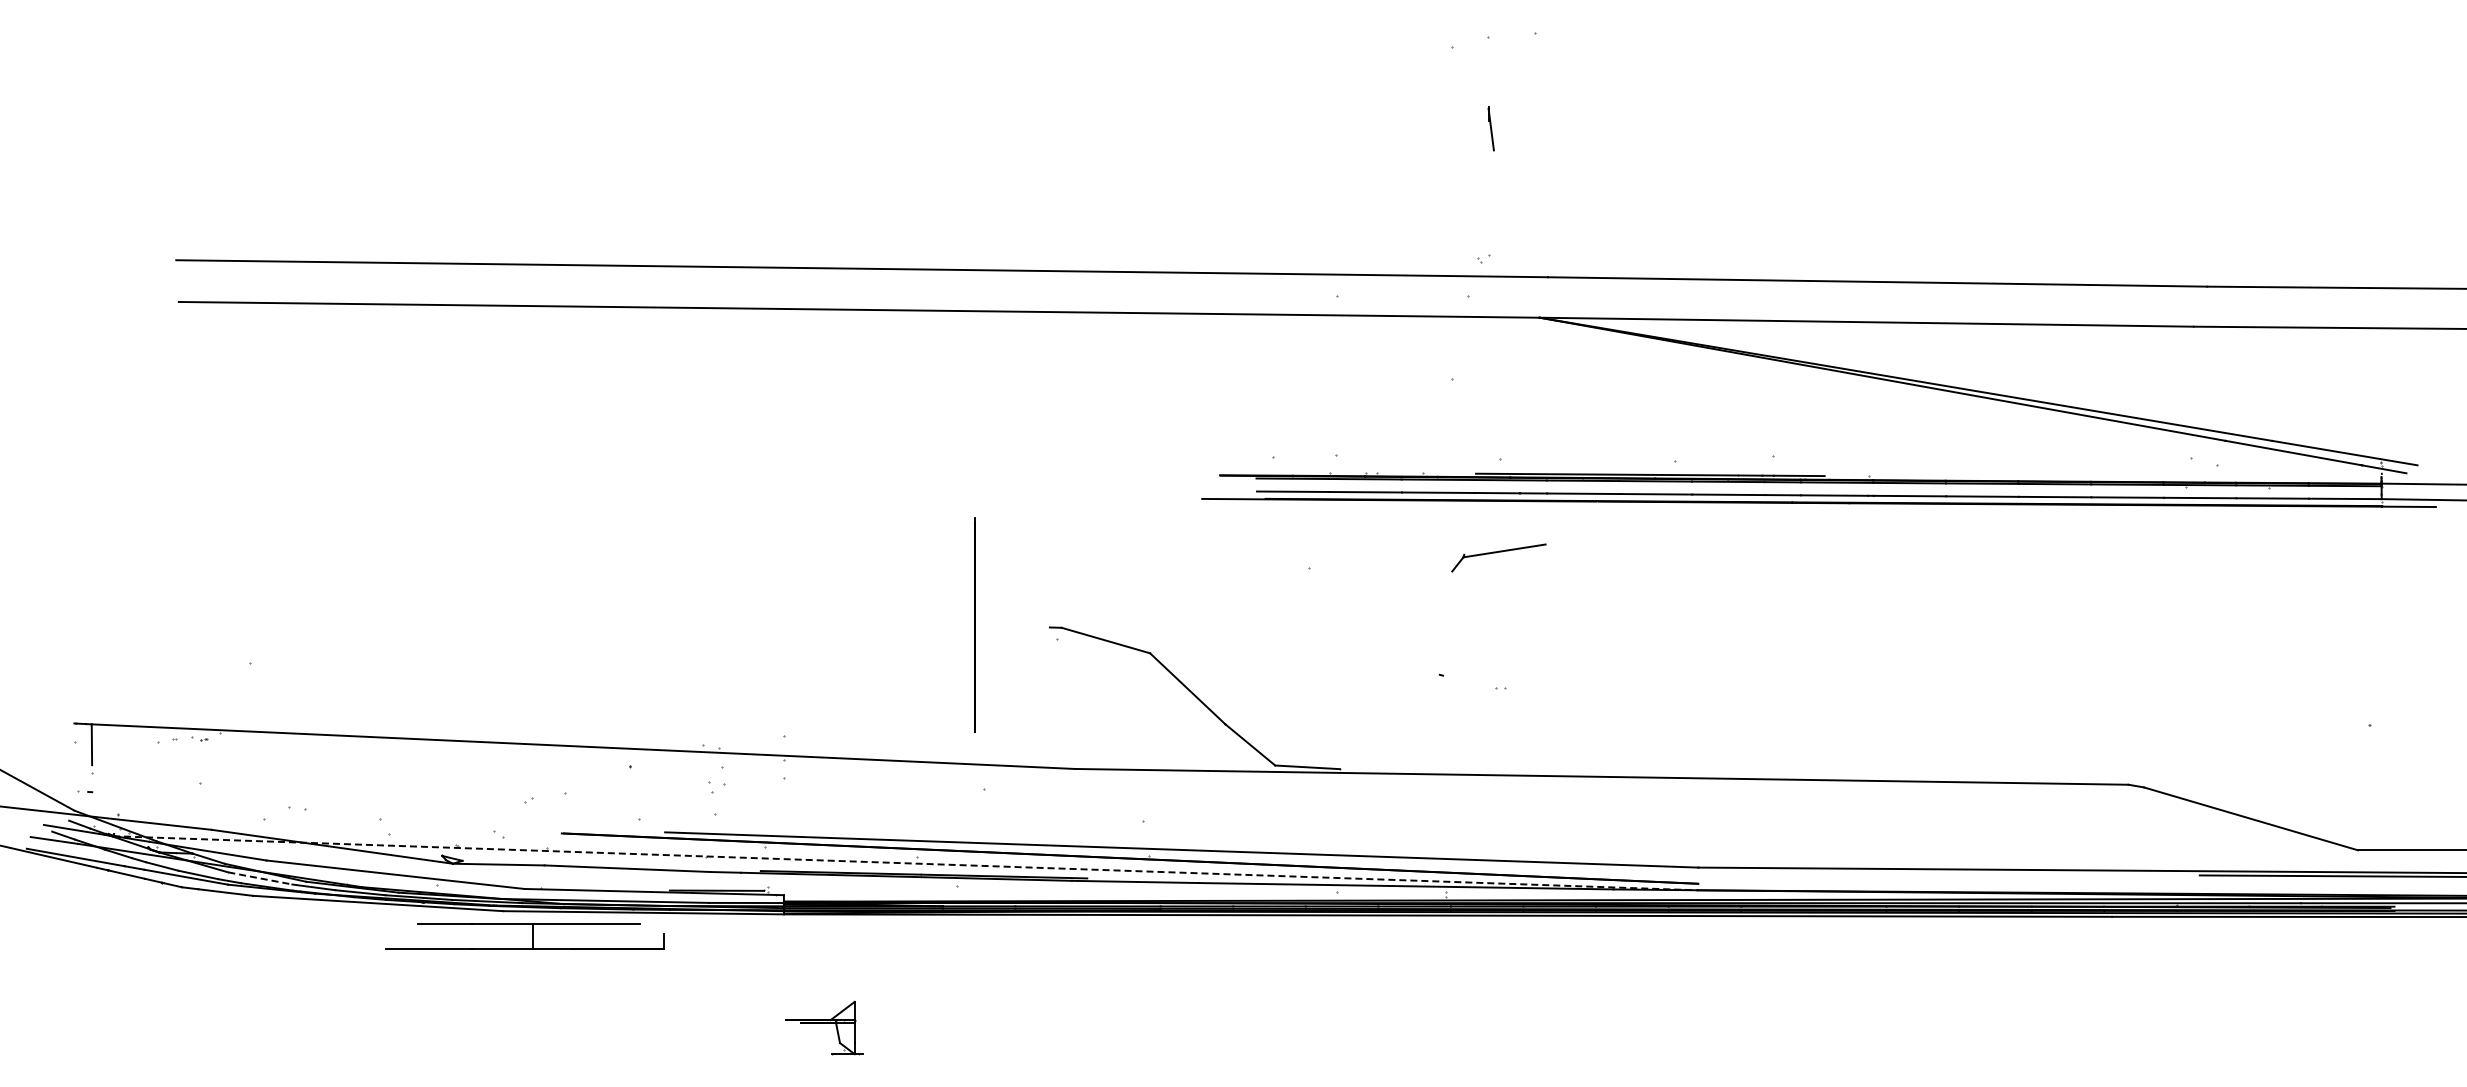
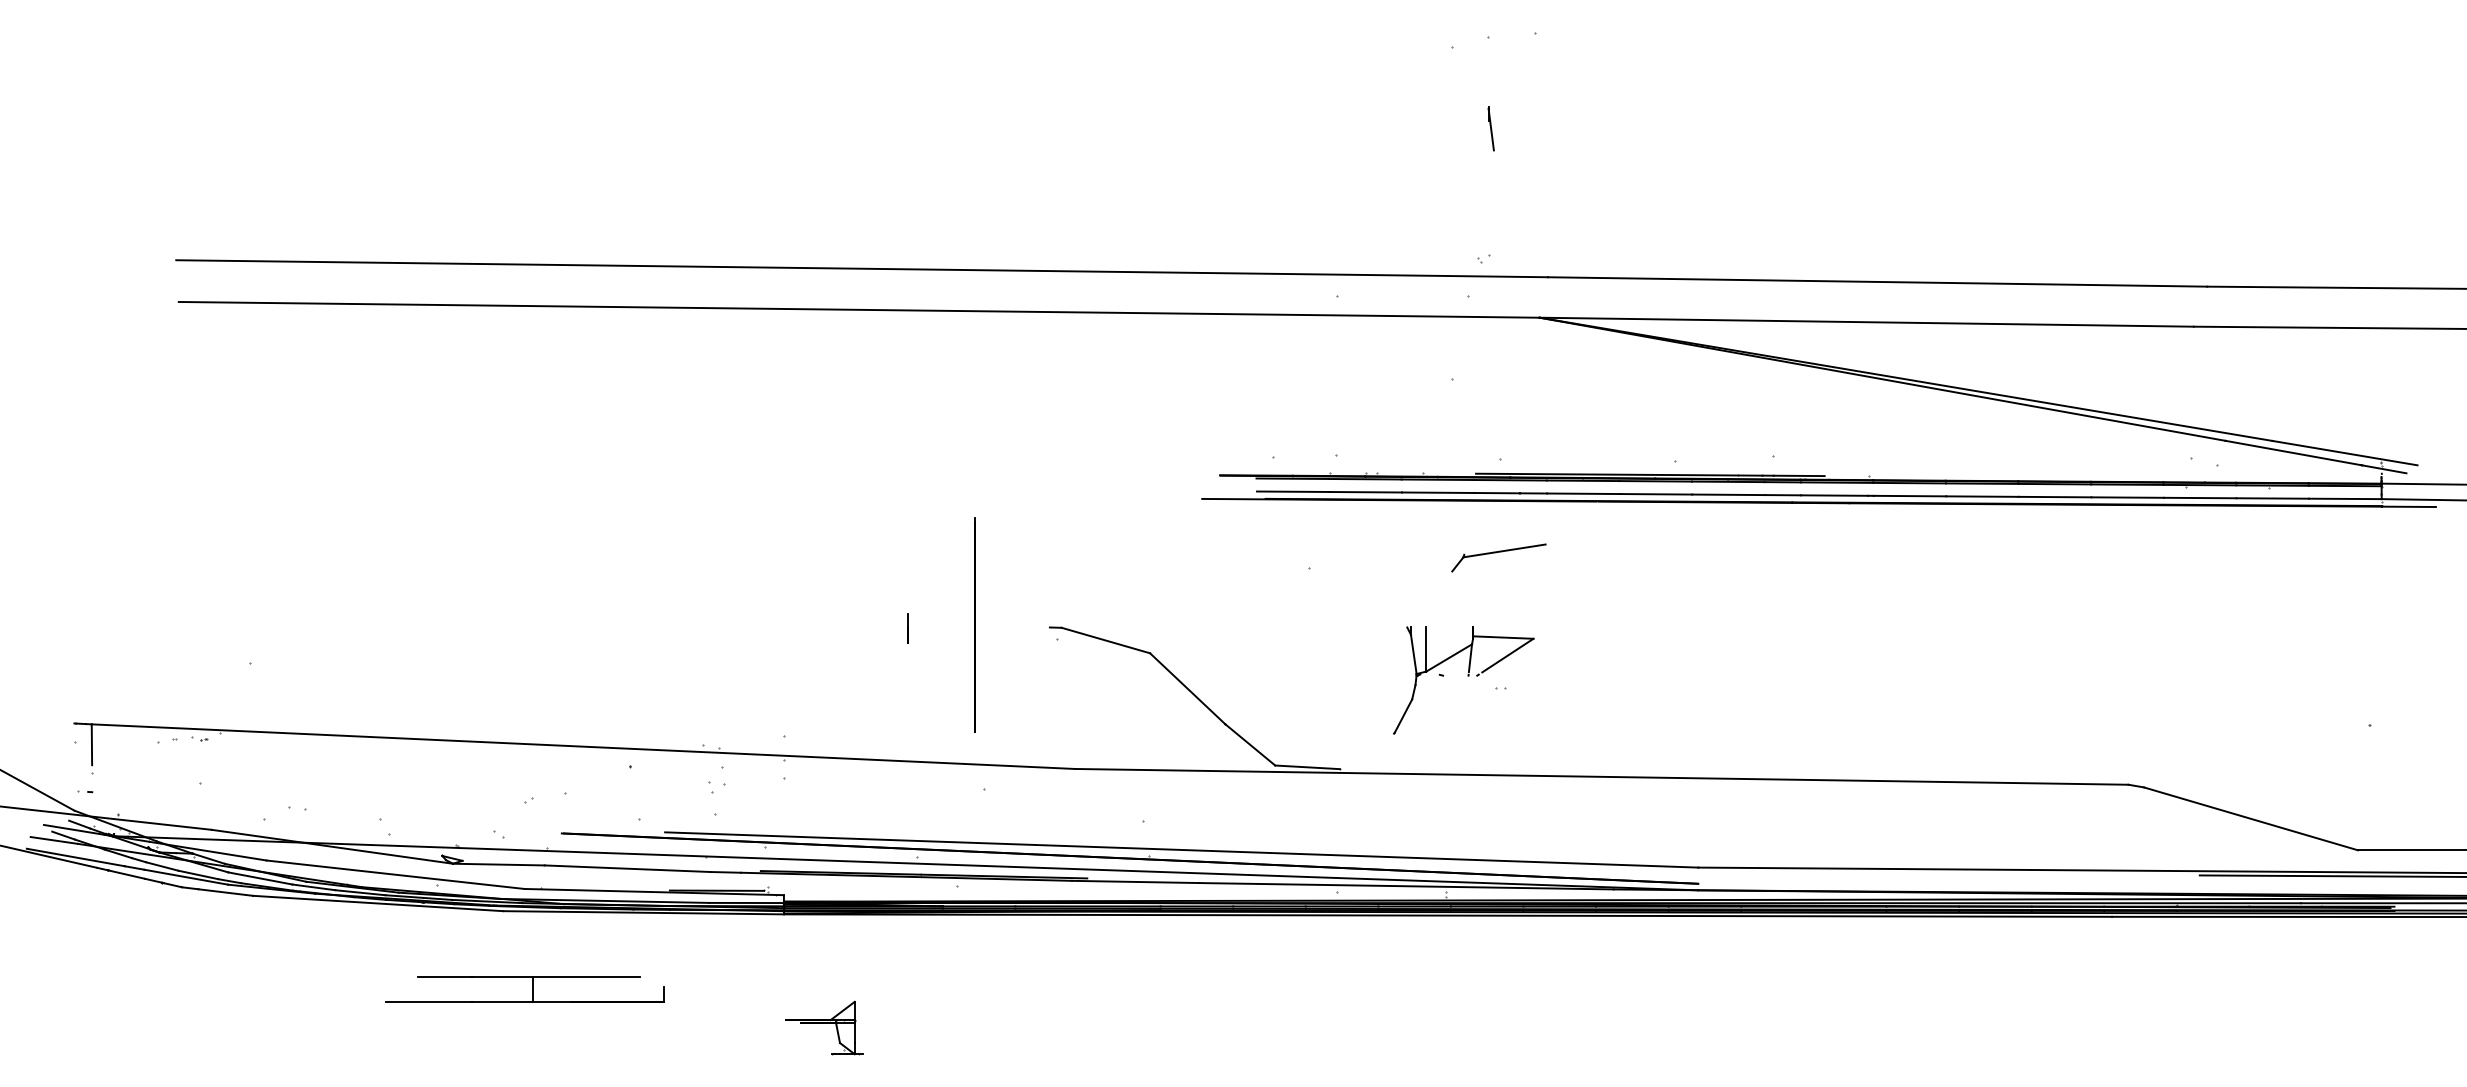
line at (907, 628): none -> present
part at (1463, 680): none -> present
line at (905, 863): dashed -> solid
line at (260, 878): dashed -> solid
part at (532, 936) position: (532, 936) -> (532, 989)
